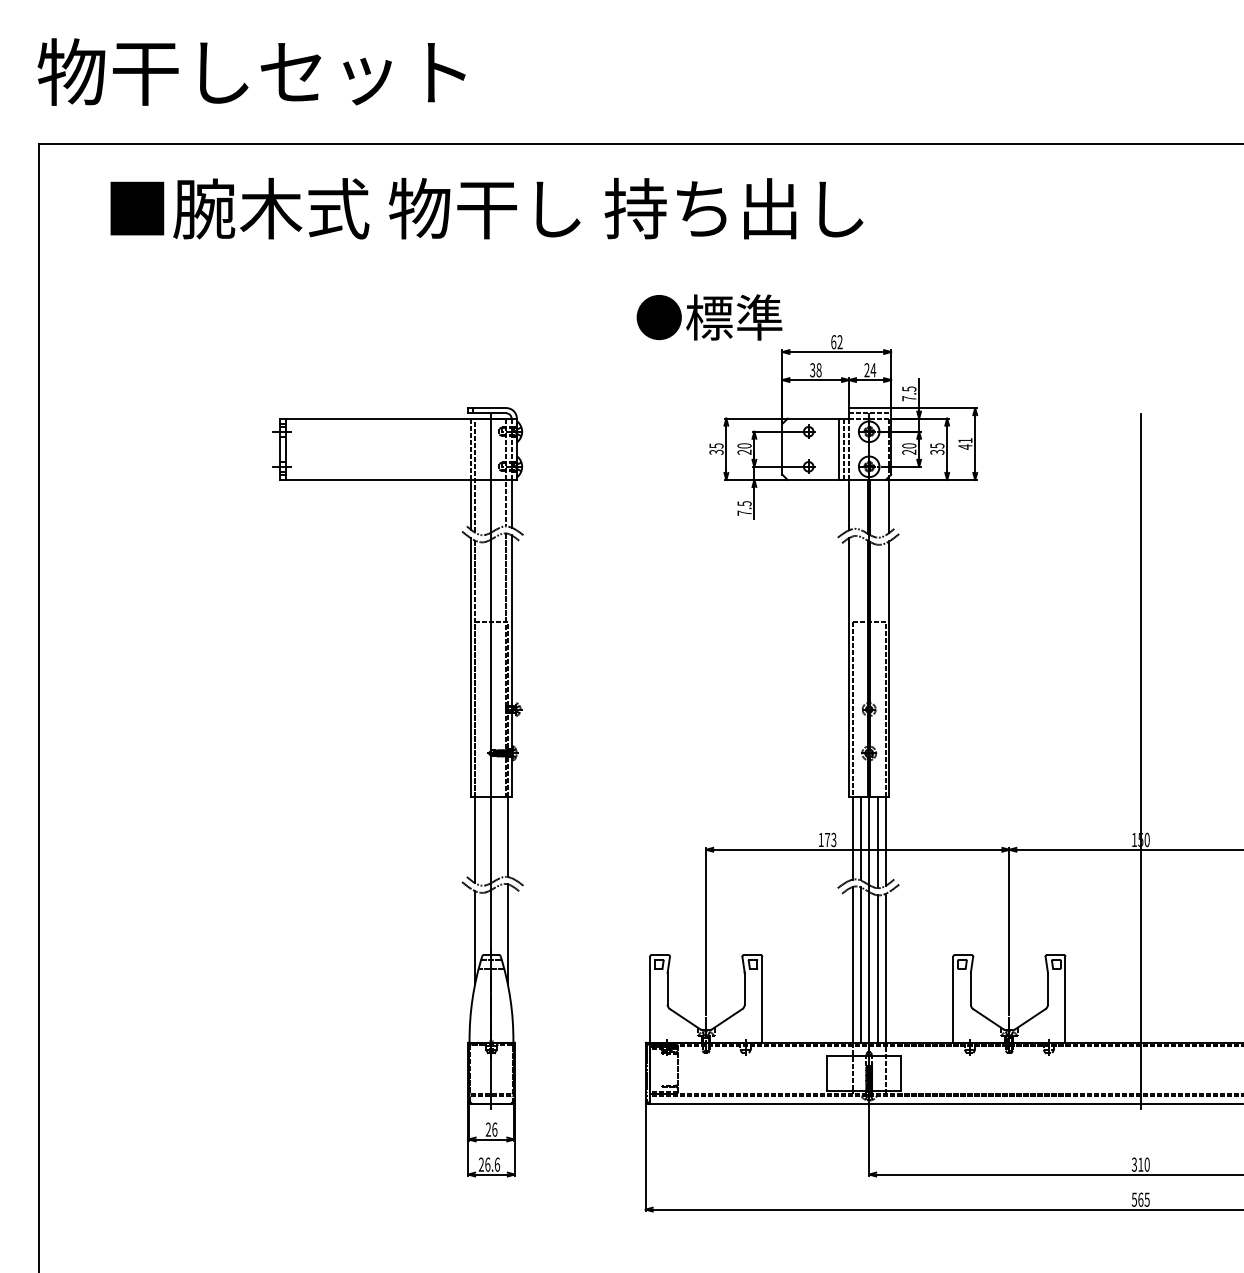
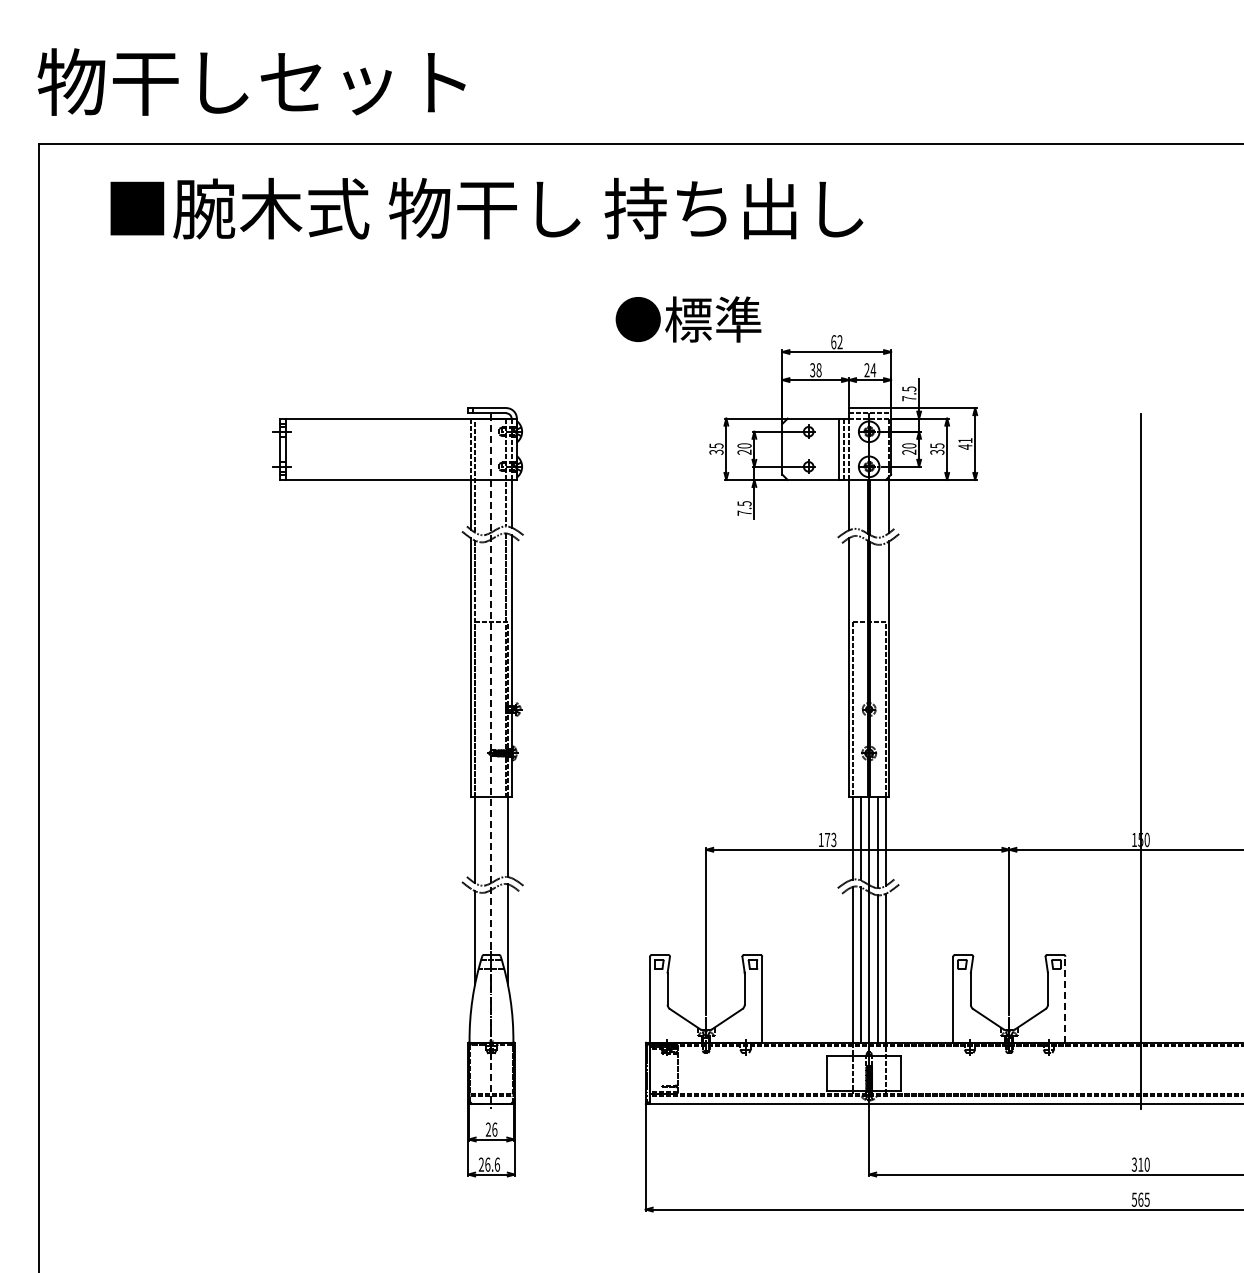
text at (251, 71) position: (251, 71) -> (251, 81)
text at (709, 317) position: (709, 317) -> (688, 319)
line at (491, 762): solid -> dashed
line at (1065, 999): solid -> dashed
